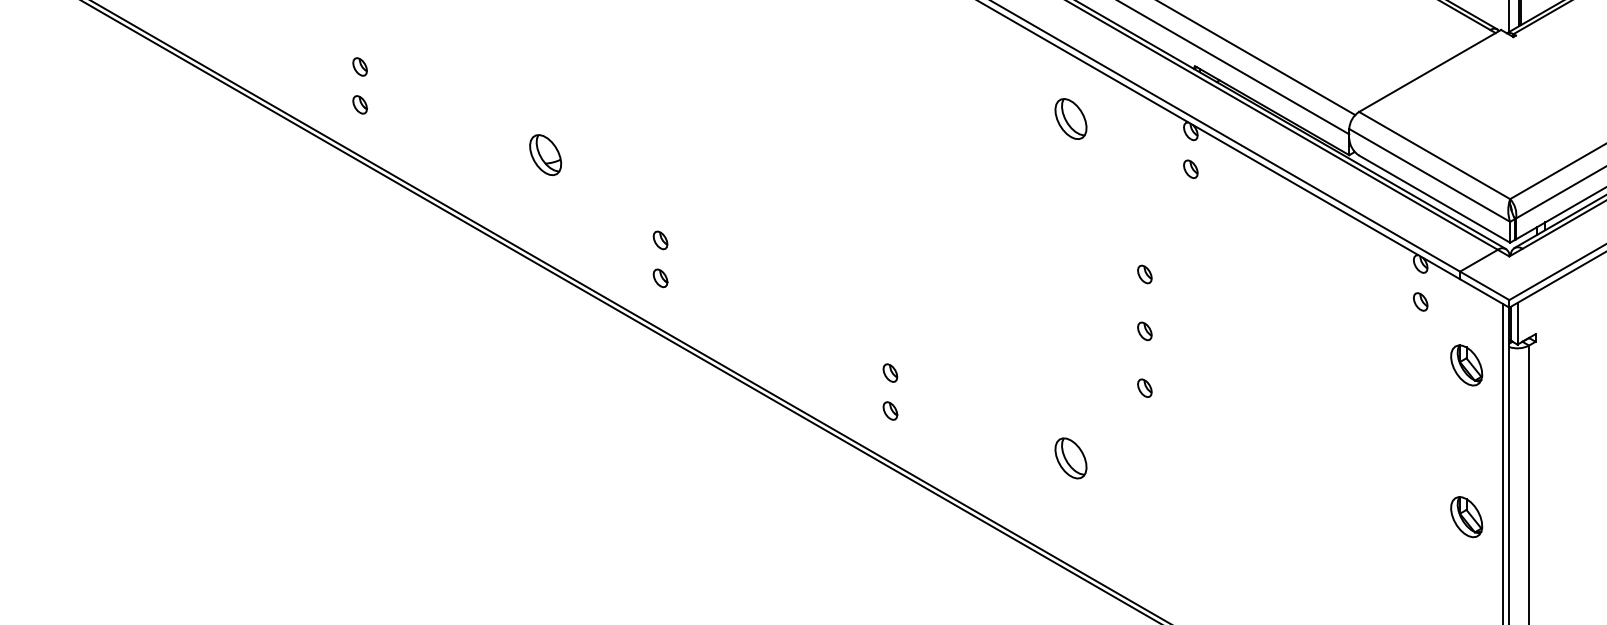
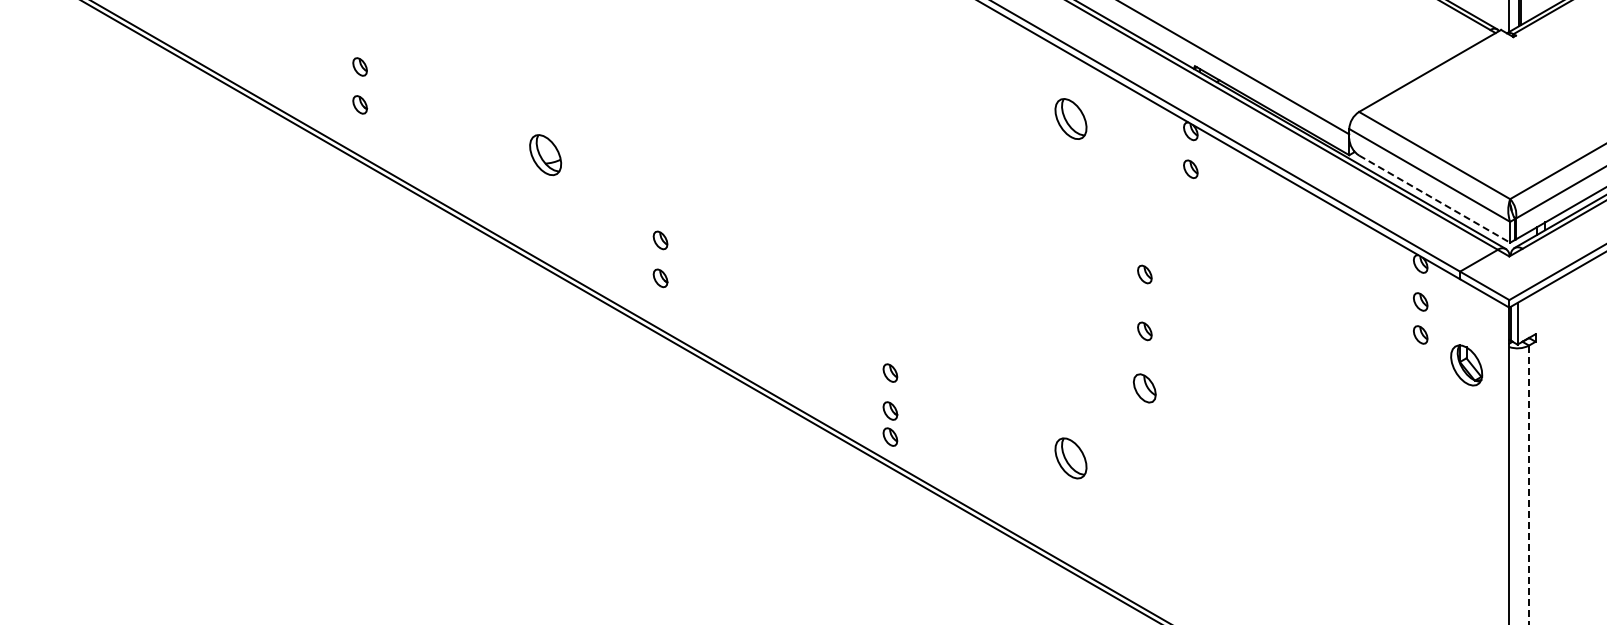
line at (1257, 58): present -> none
line at (1435, 199): solid -> dashed
part at (1420, 334): none -> present
part at (1144, 387) size: 16x20 px -> 24x31 px
part at (890, 436): none -> present
line at (1502, 462): present -> none
line at (1529, 485): solid -> dashed
part at (1466, 517): present -> none
